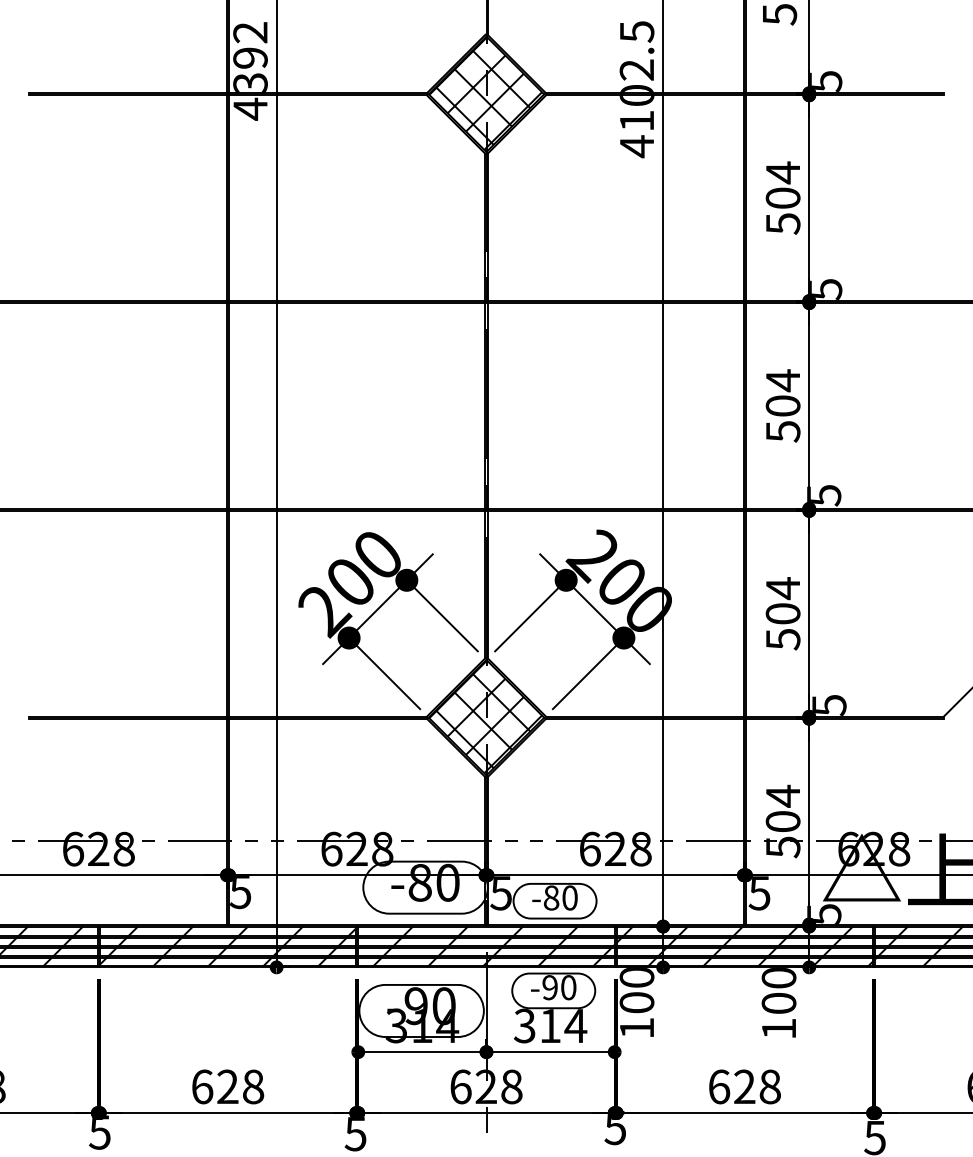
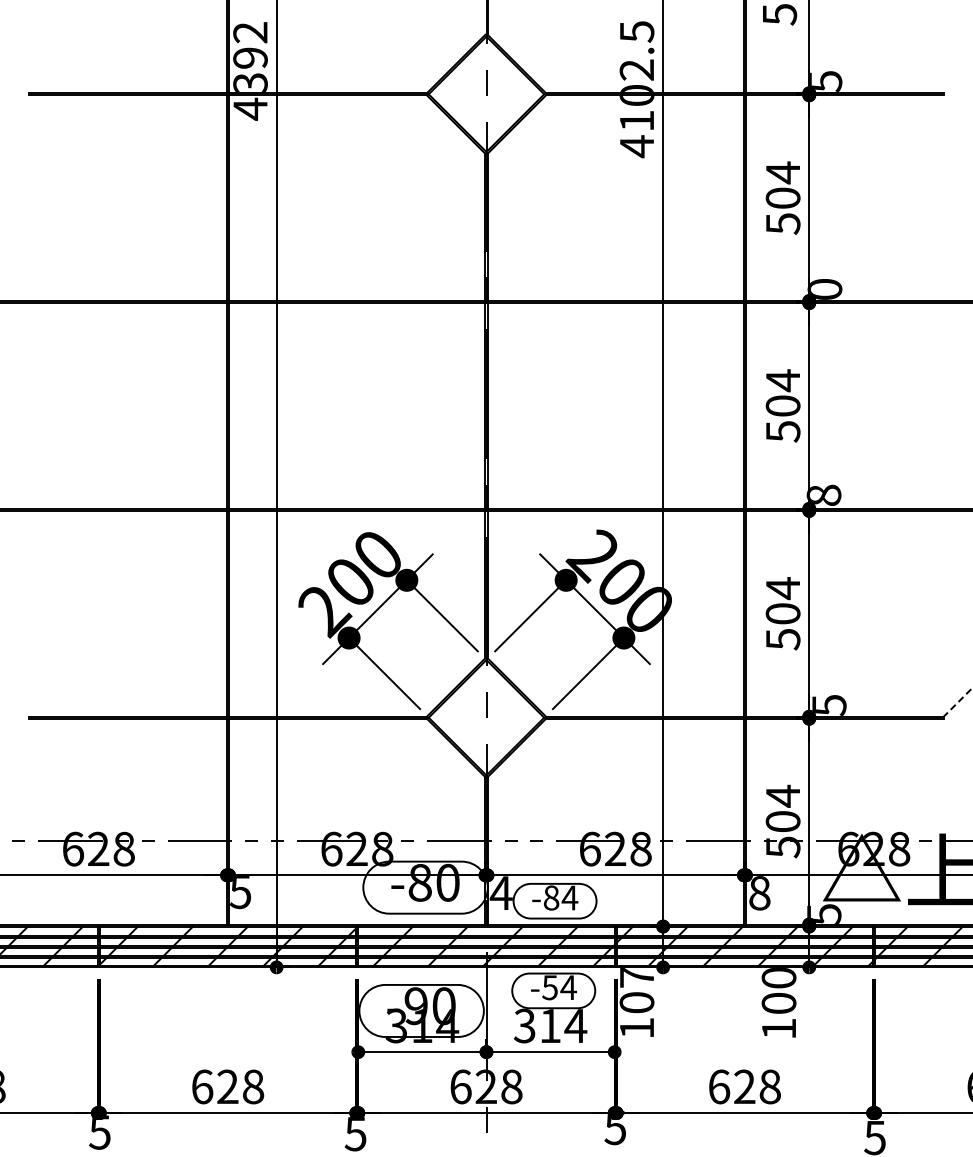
hatch at (485, 93): present -> none
text at (824, 289): 5 -> 0
text at (823, 495): 5 -> 8
line at (957, 702): solid -> dashed
hatch at (485, 716): present -> none
text at (500, 893): 5 -> 4
text at (759, 893): 5 -> 8
text at (569, 897): -80 -> -84
text at (636, 977): 100 -> 107
text at (559, 987): -90 -> -54
